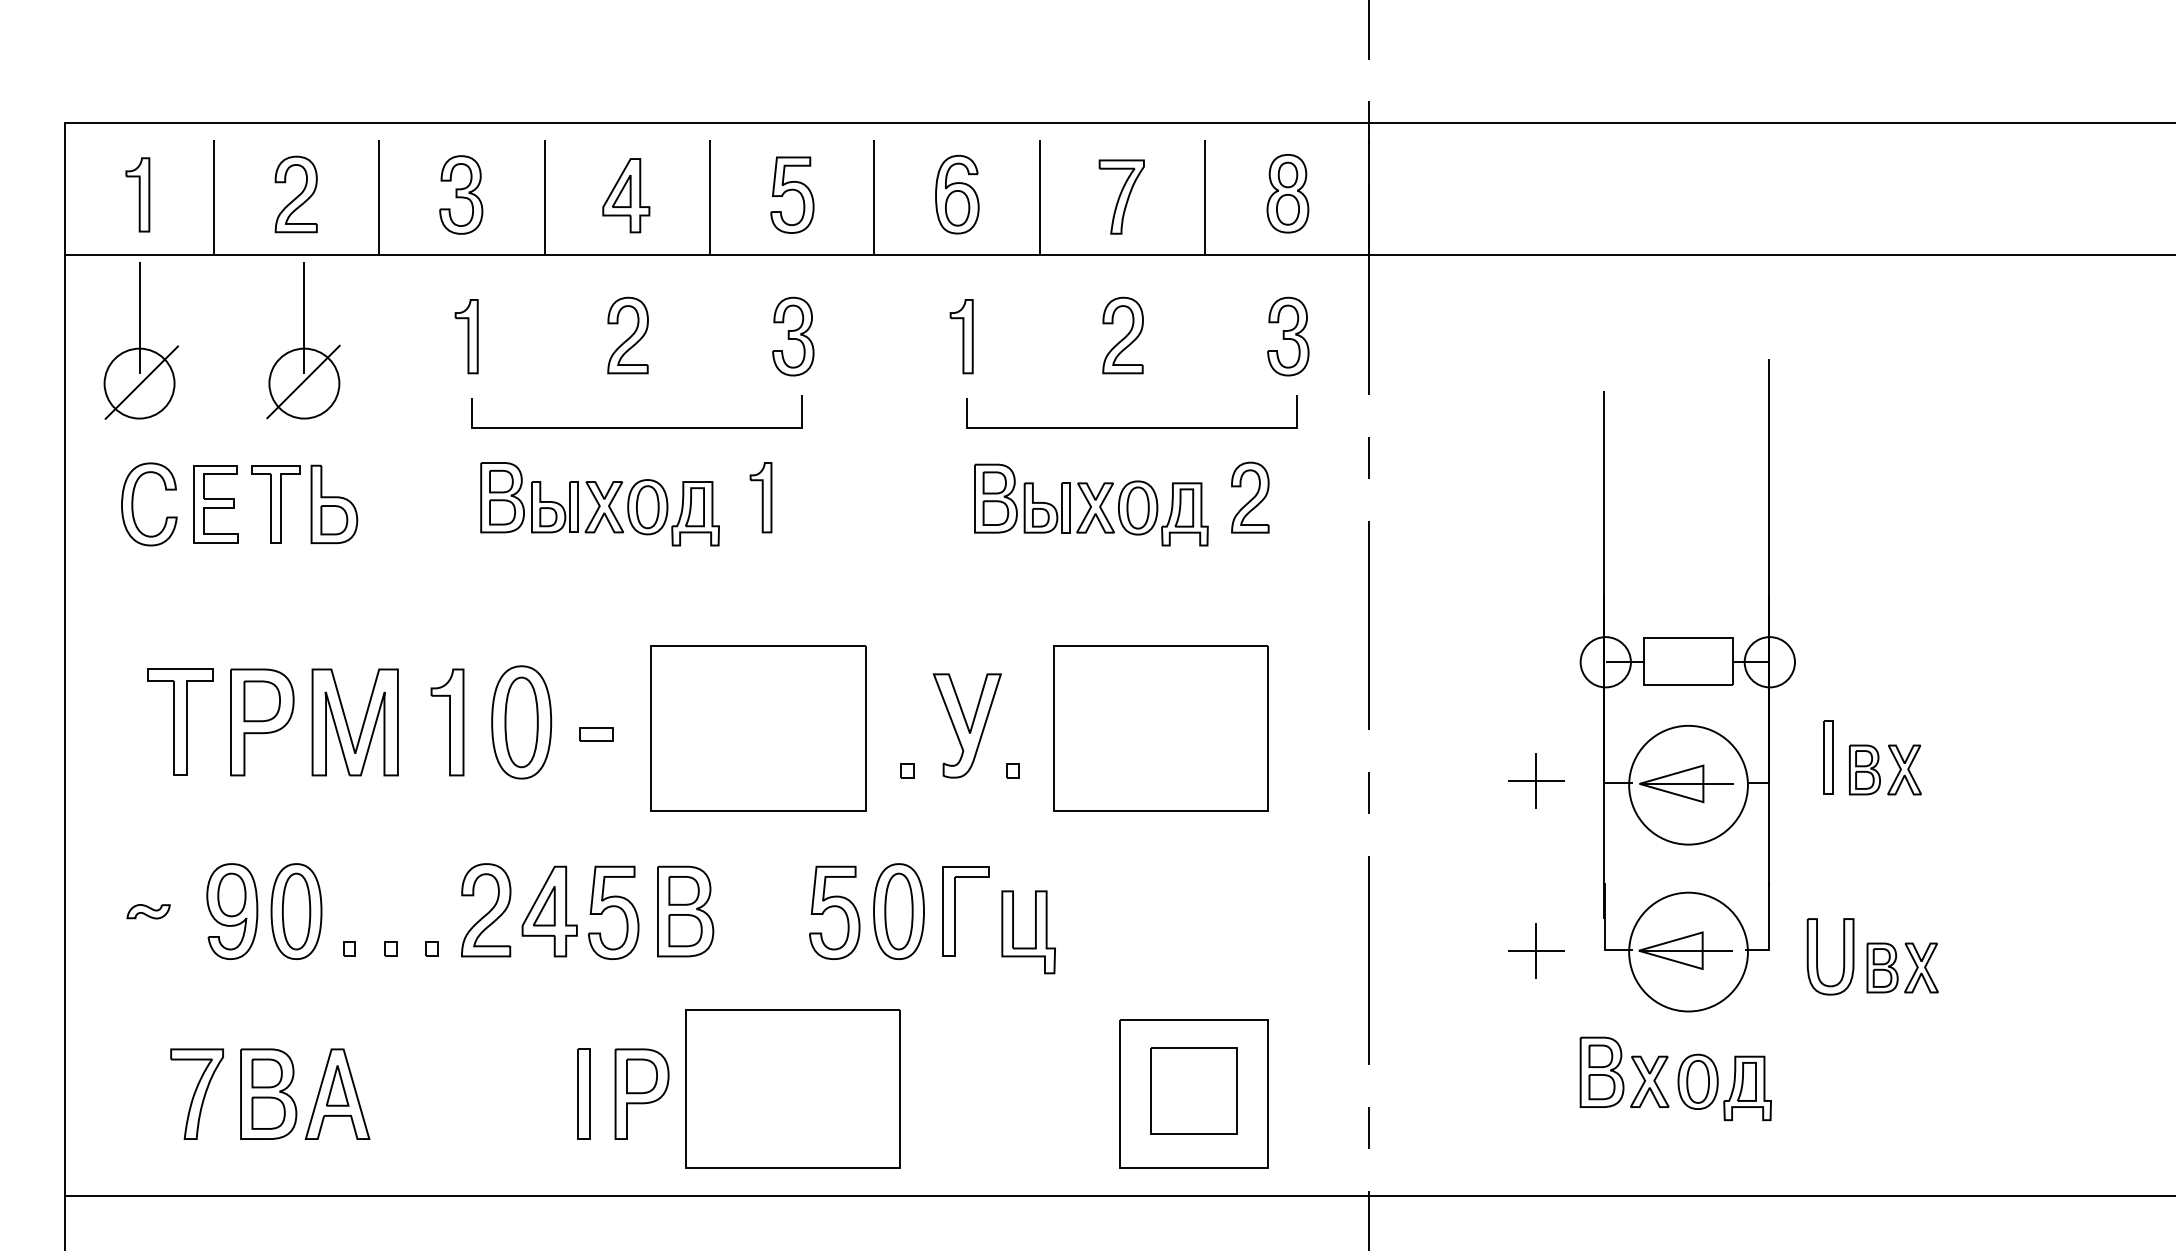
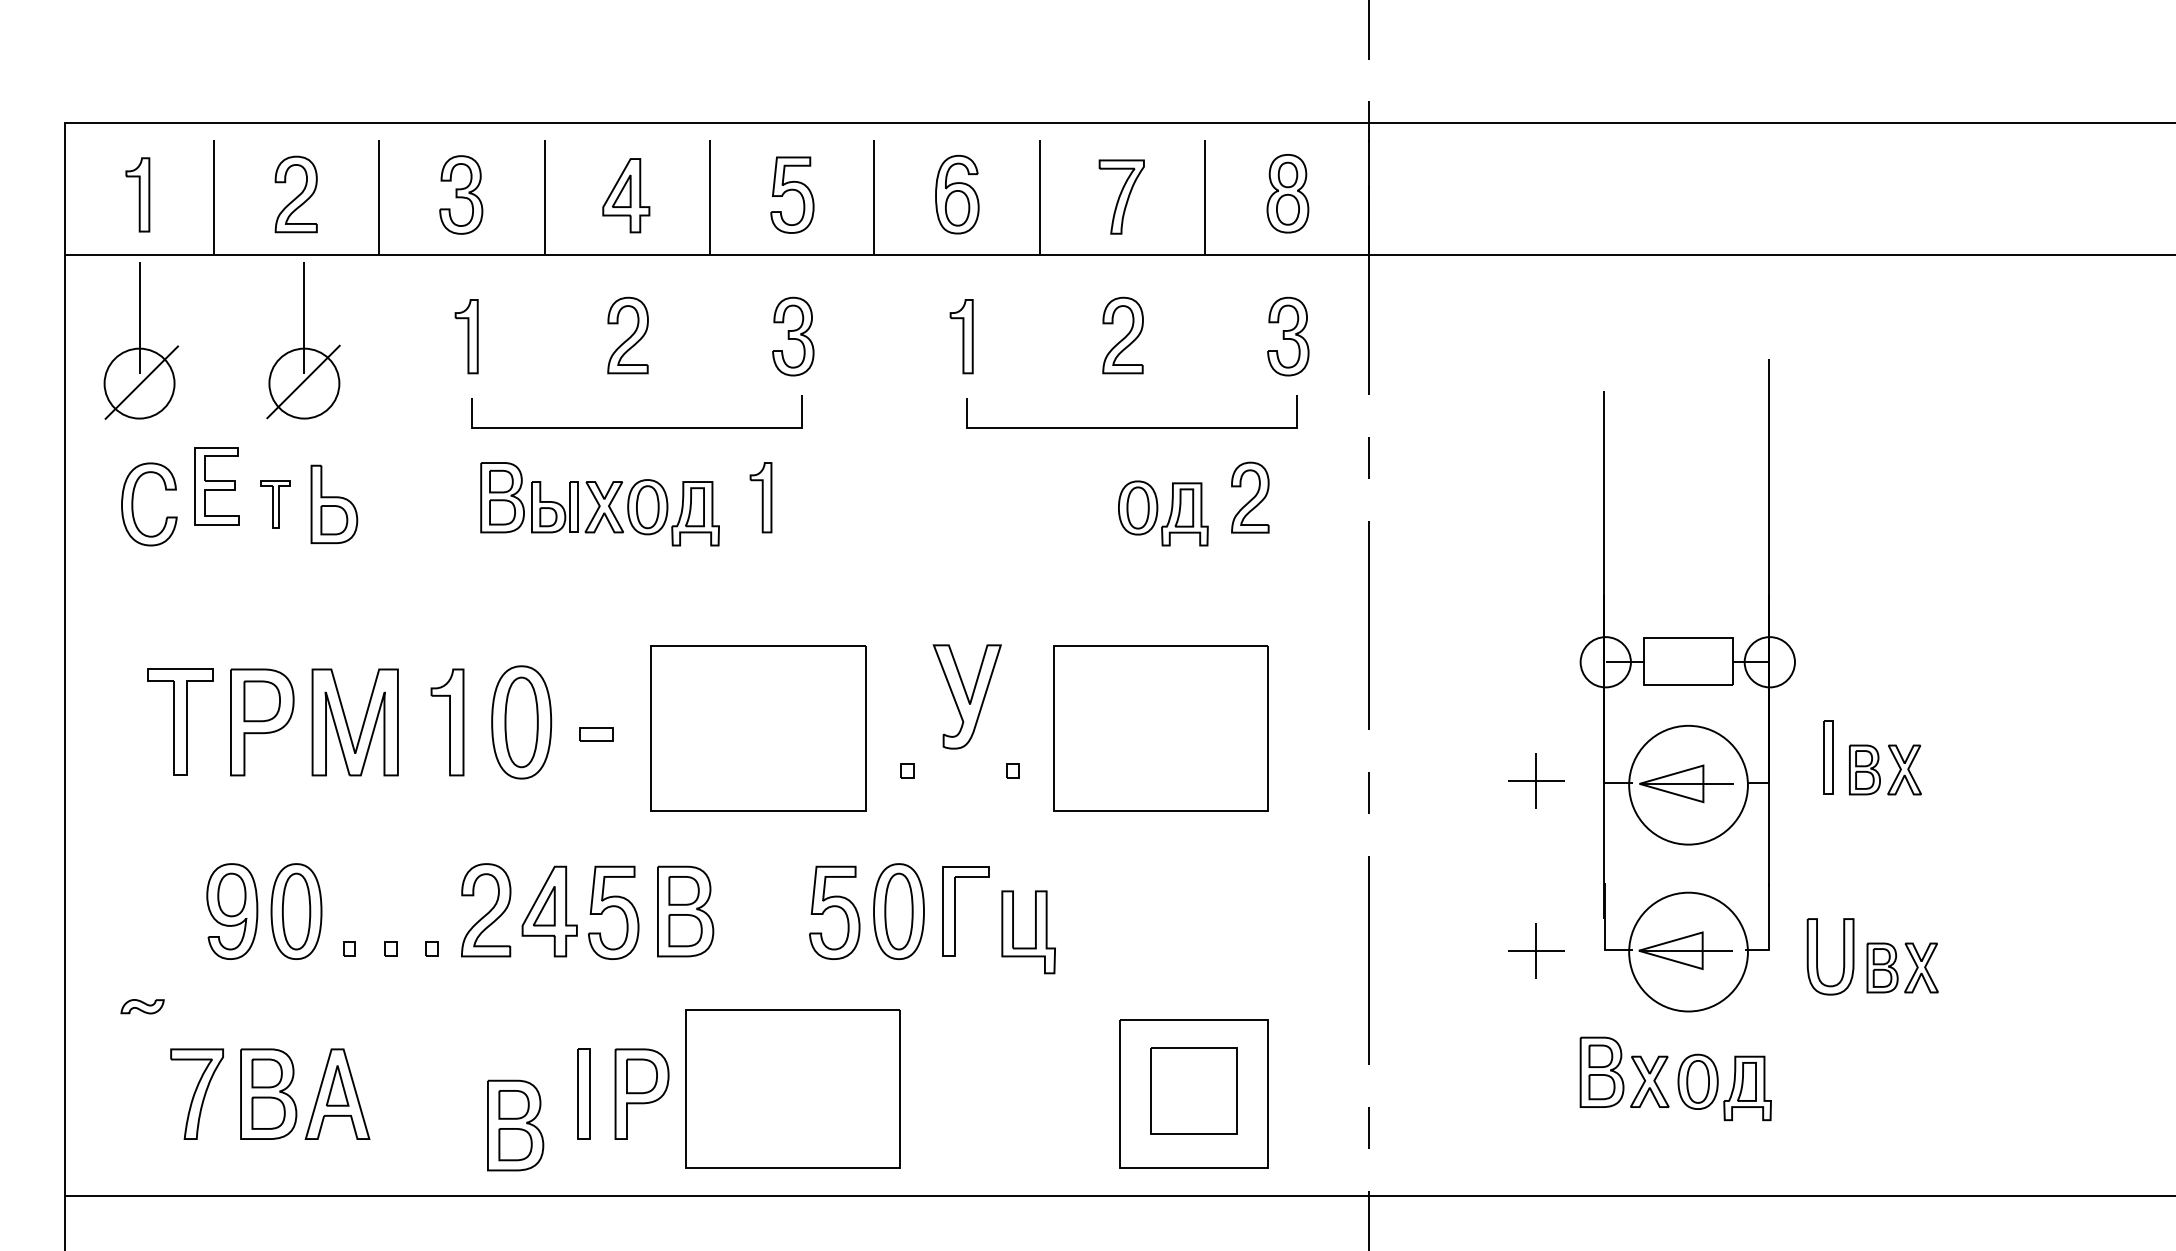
part at (1044, 498): present -> none
part at (215, 504) position: (215, 504) -> (216, 486)
part at (275, 504) size: 50x79 px -> 31x49 px
part at (966, 725) position: (966, 725) -> (966, 696)
part at (148, 911) position: (148, 911) -> (142, 1006)
part at (515, 1125): none -> present
